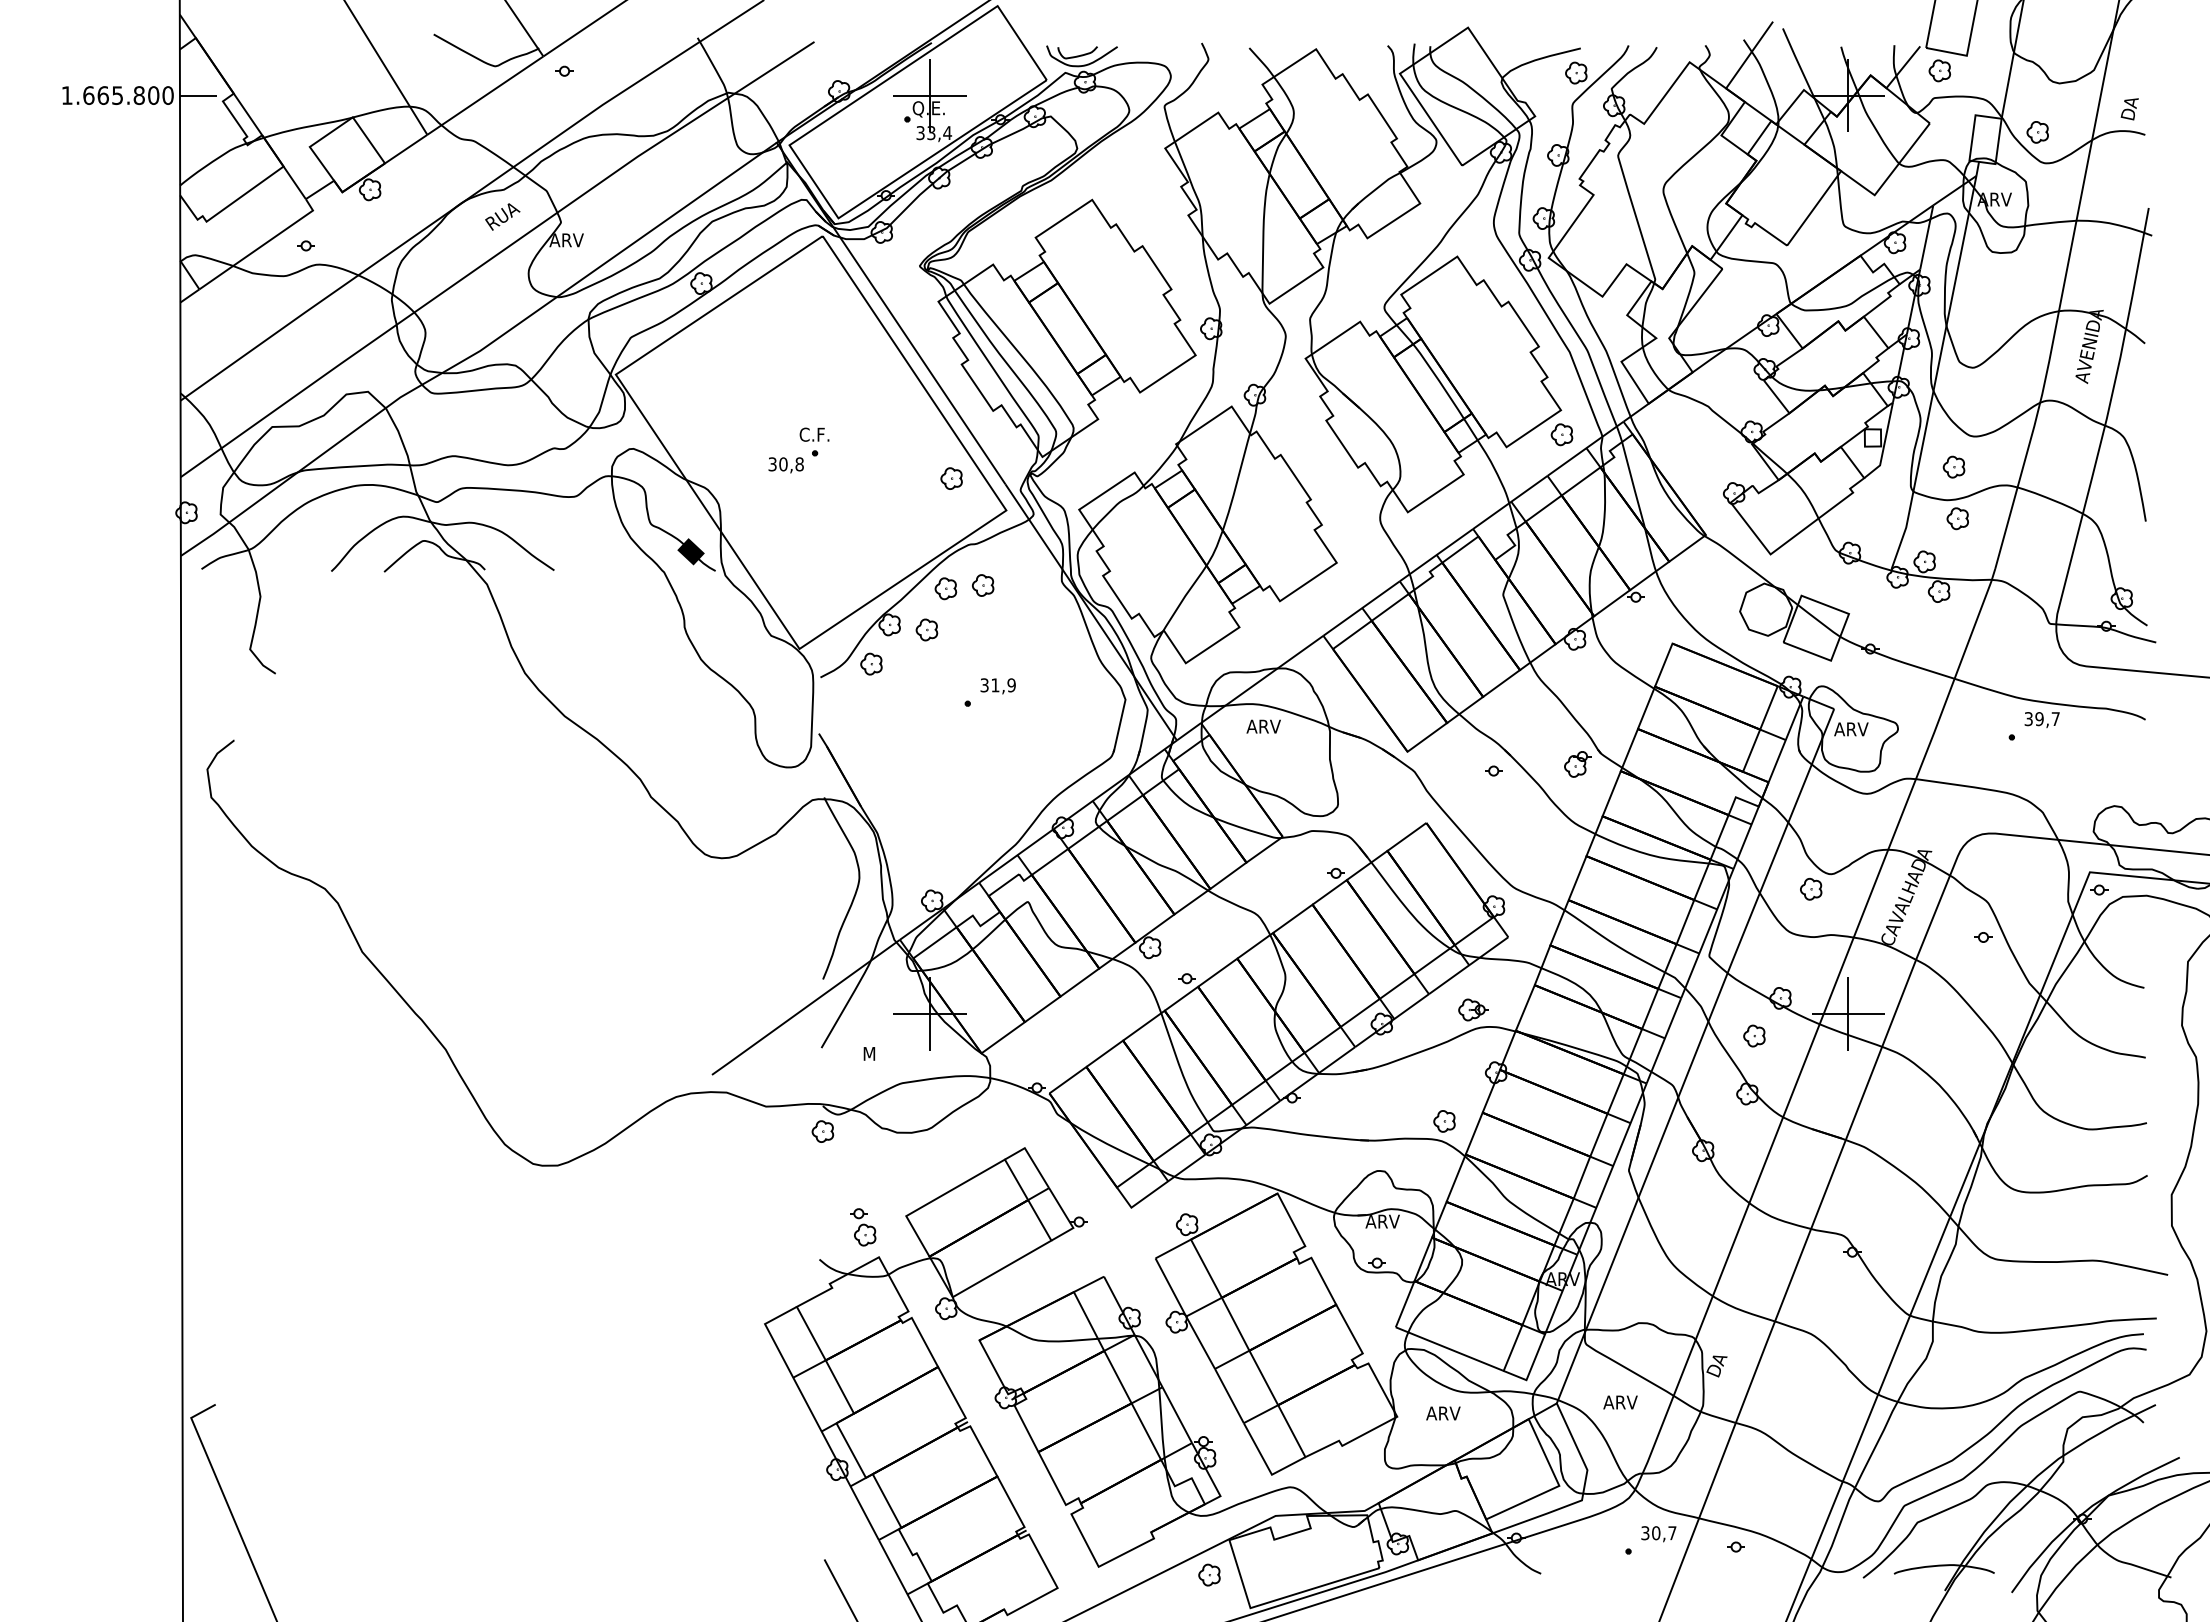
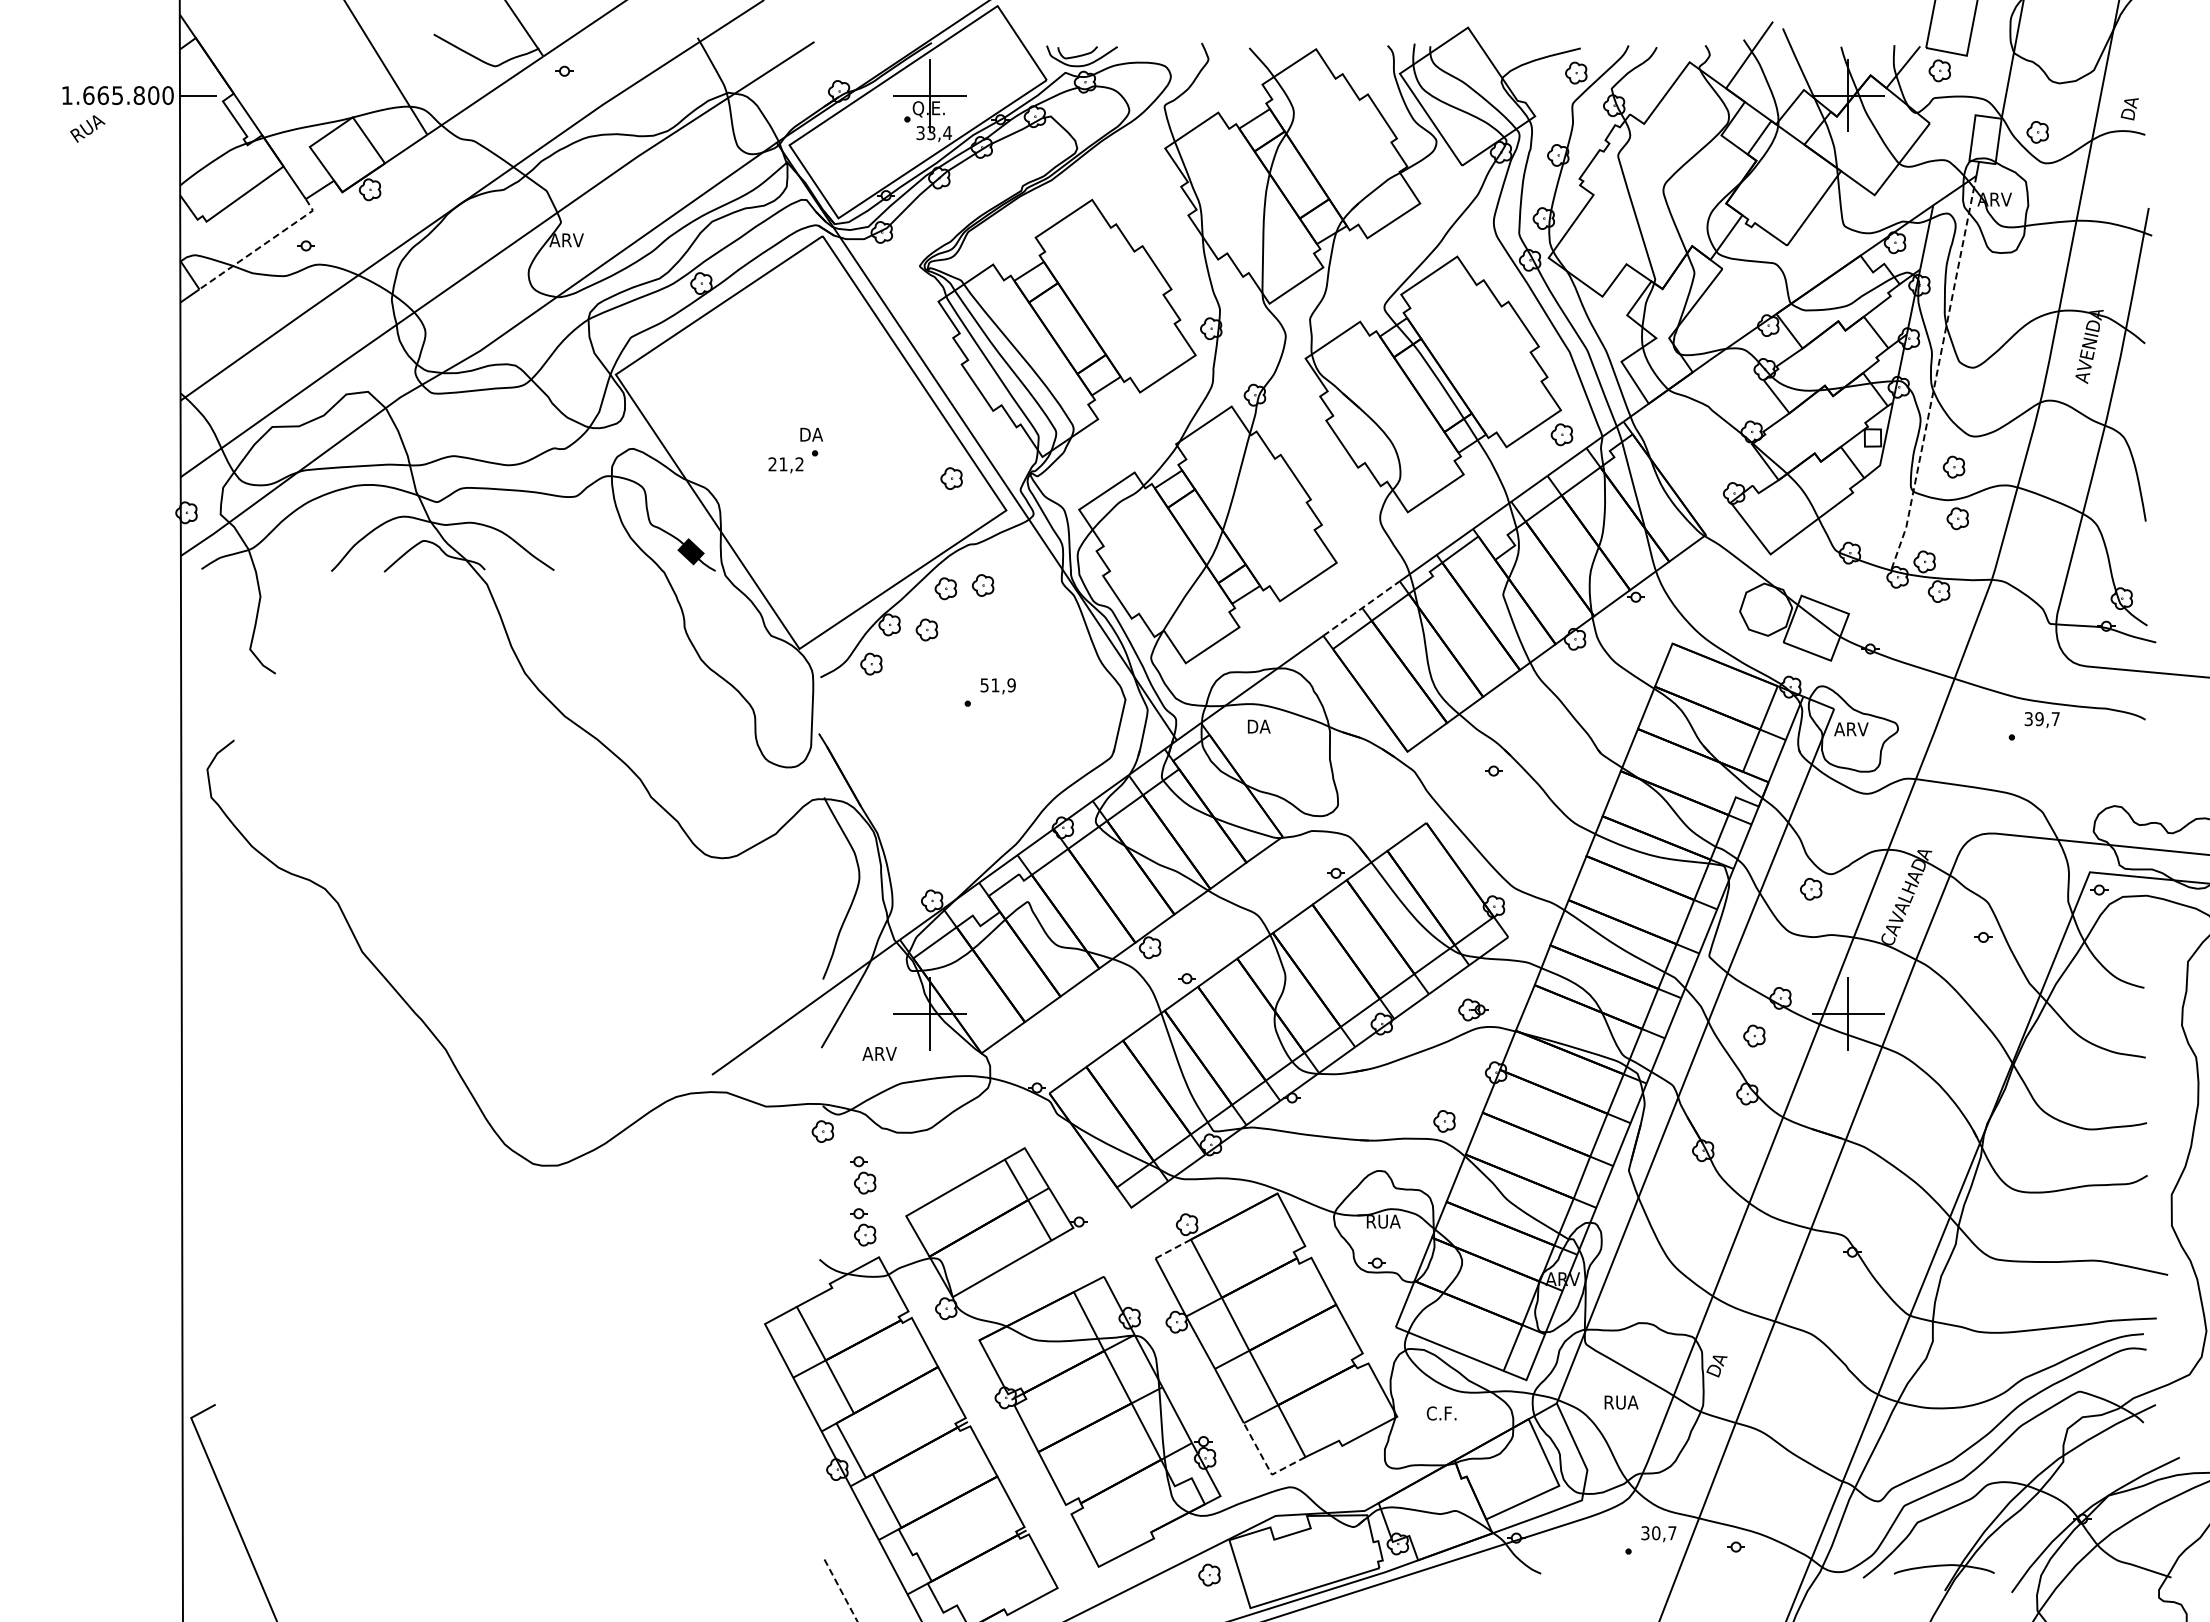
text at (502, 216) position: (502, 216) -> (87, 128)
line at (262, 245): solid -> dashed
line at (1936, 373): solid -> dashed
text at (814, 434): C.F. -> DA
text at (785, 464): 30,8 -> 21,2
line at (1362, 608): solid -> dashed
text at (984, 684): 31,9 -> 51,9
text at (1263, 726): ARV -> DA
part at (1577, 764): present -> none
text at (879, 1053): M -> ARV
part at (863, 1175): none -> present
text at (1382, 1221): ARV -> RUA
line at (1173, 1248): solid -> dashed
text at (1620, 1402): ARV -> RUA
text at (1443, 1413): ARV -> C.F.
line at (1267, 1466): solid -> dashed
line at (841, 1591): solid -> dashed
